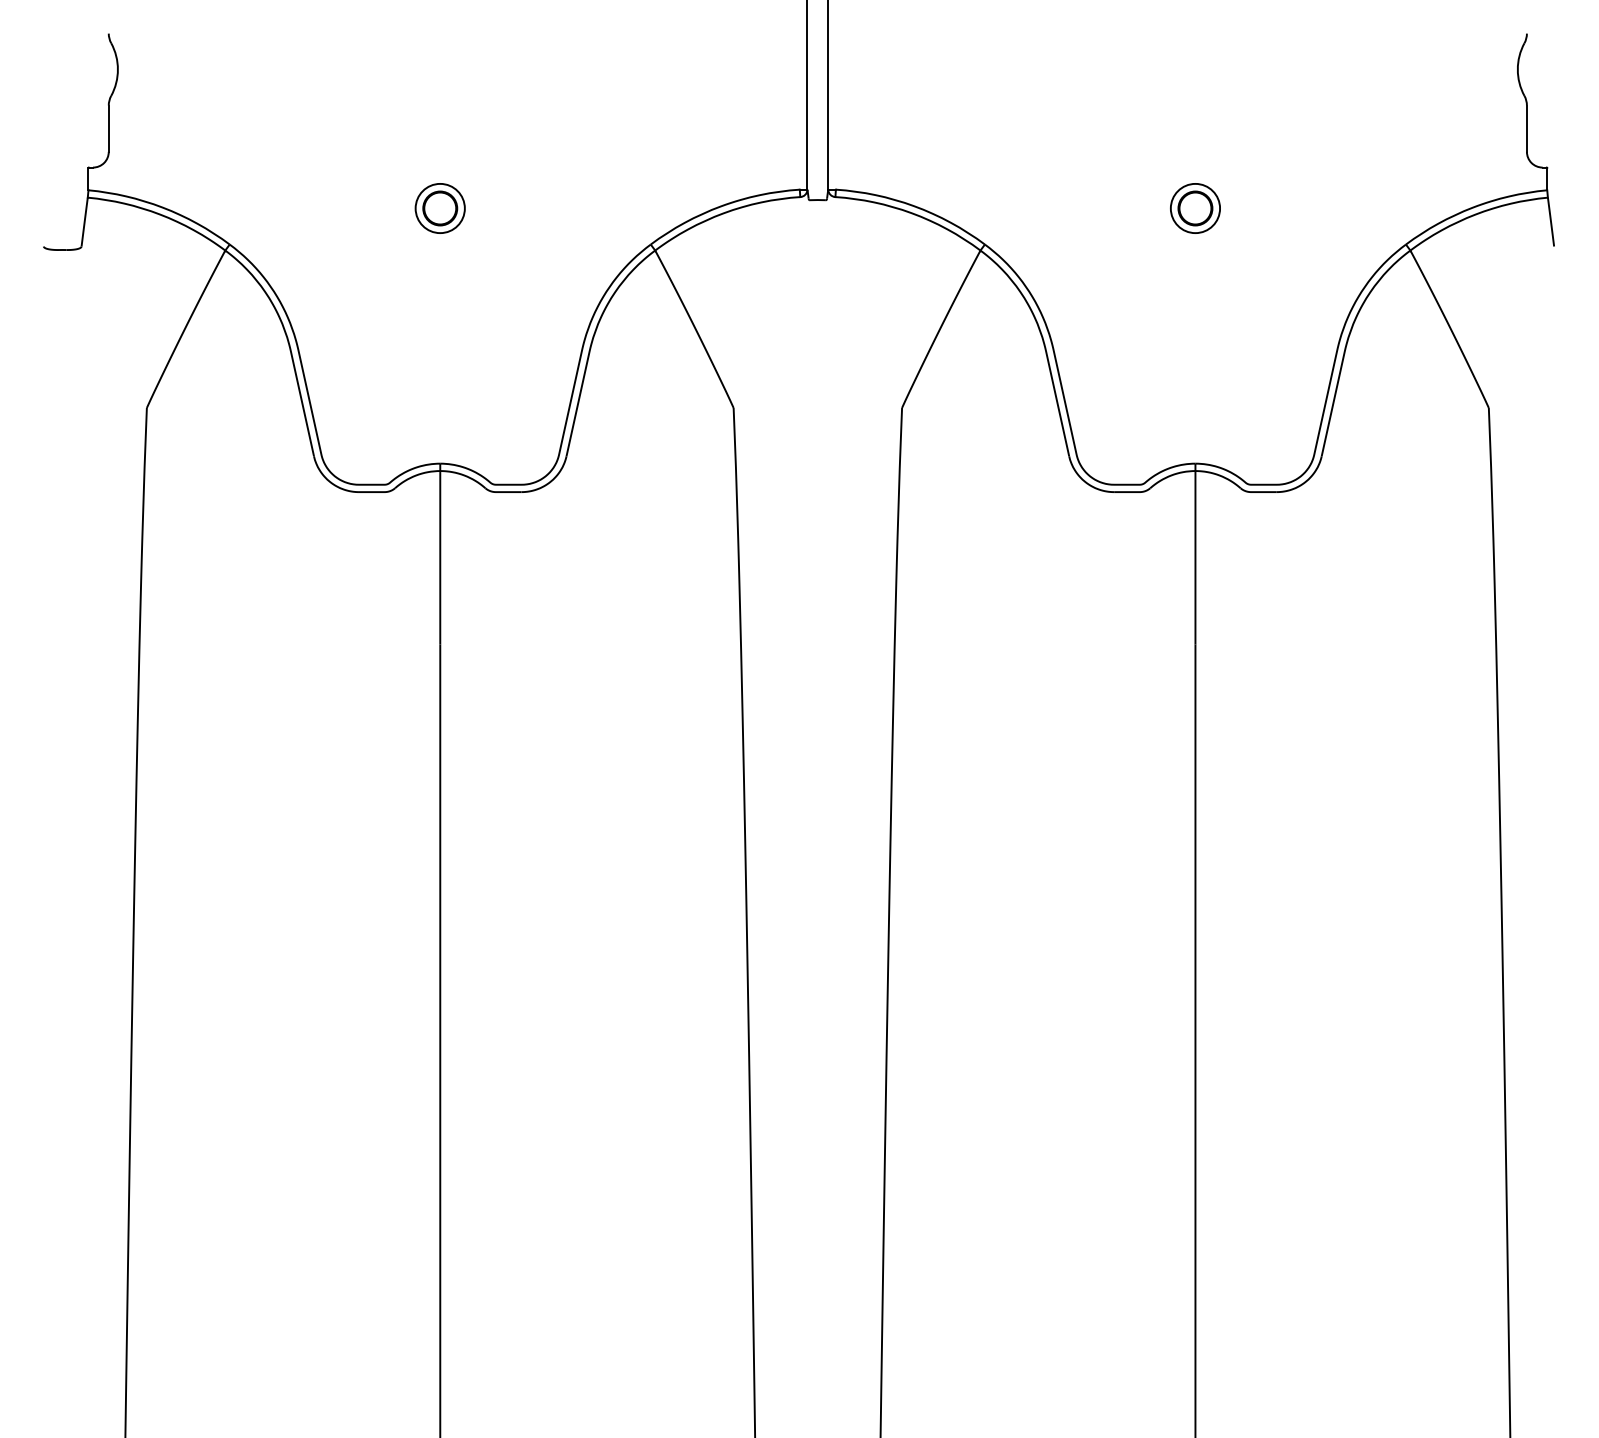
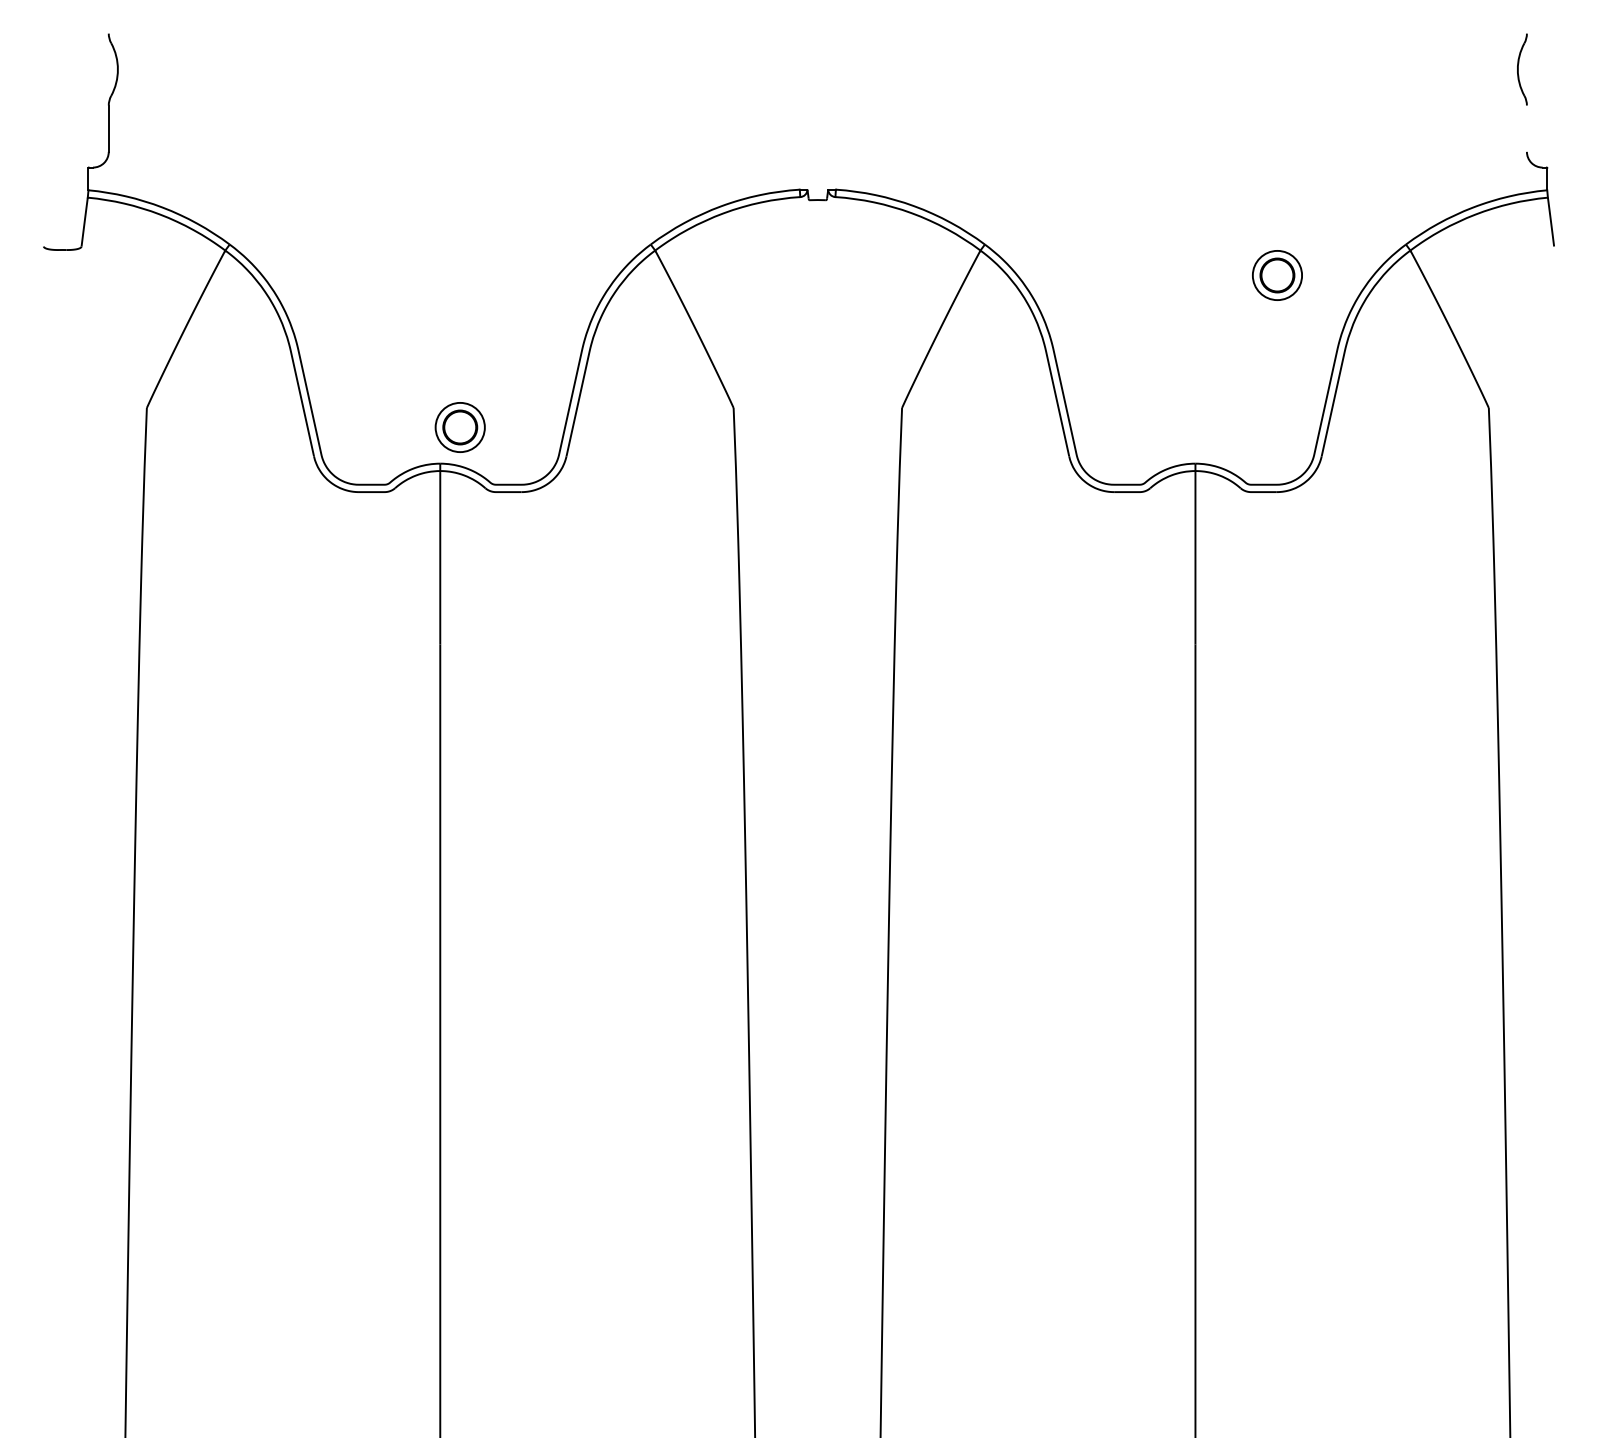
line at (807, 95): present -> none
line at (828, 95): present -> none
line at (1526, 128): present -> none
part at (439, 208) position: (439, 208) -> (459, 427)
part at (1195, 208) position: (1195, 208) -> (1277, 275)
